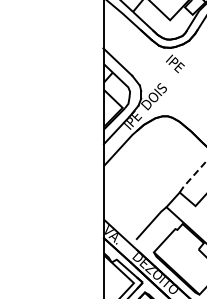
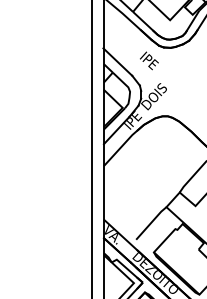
text at (175, 63) position: (175, 63) -> (149, 60)
line at (91, 148): none -> present
line at (192, 176): dashed -> solid
